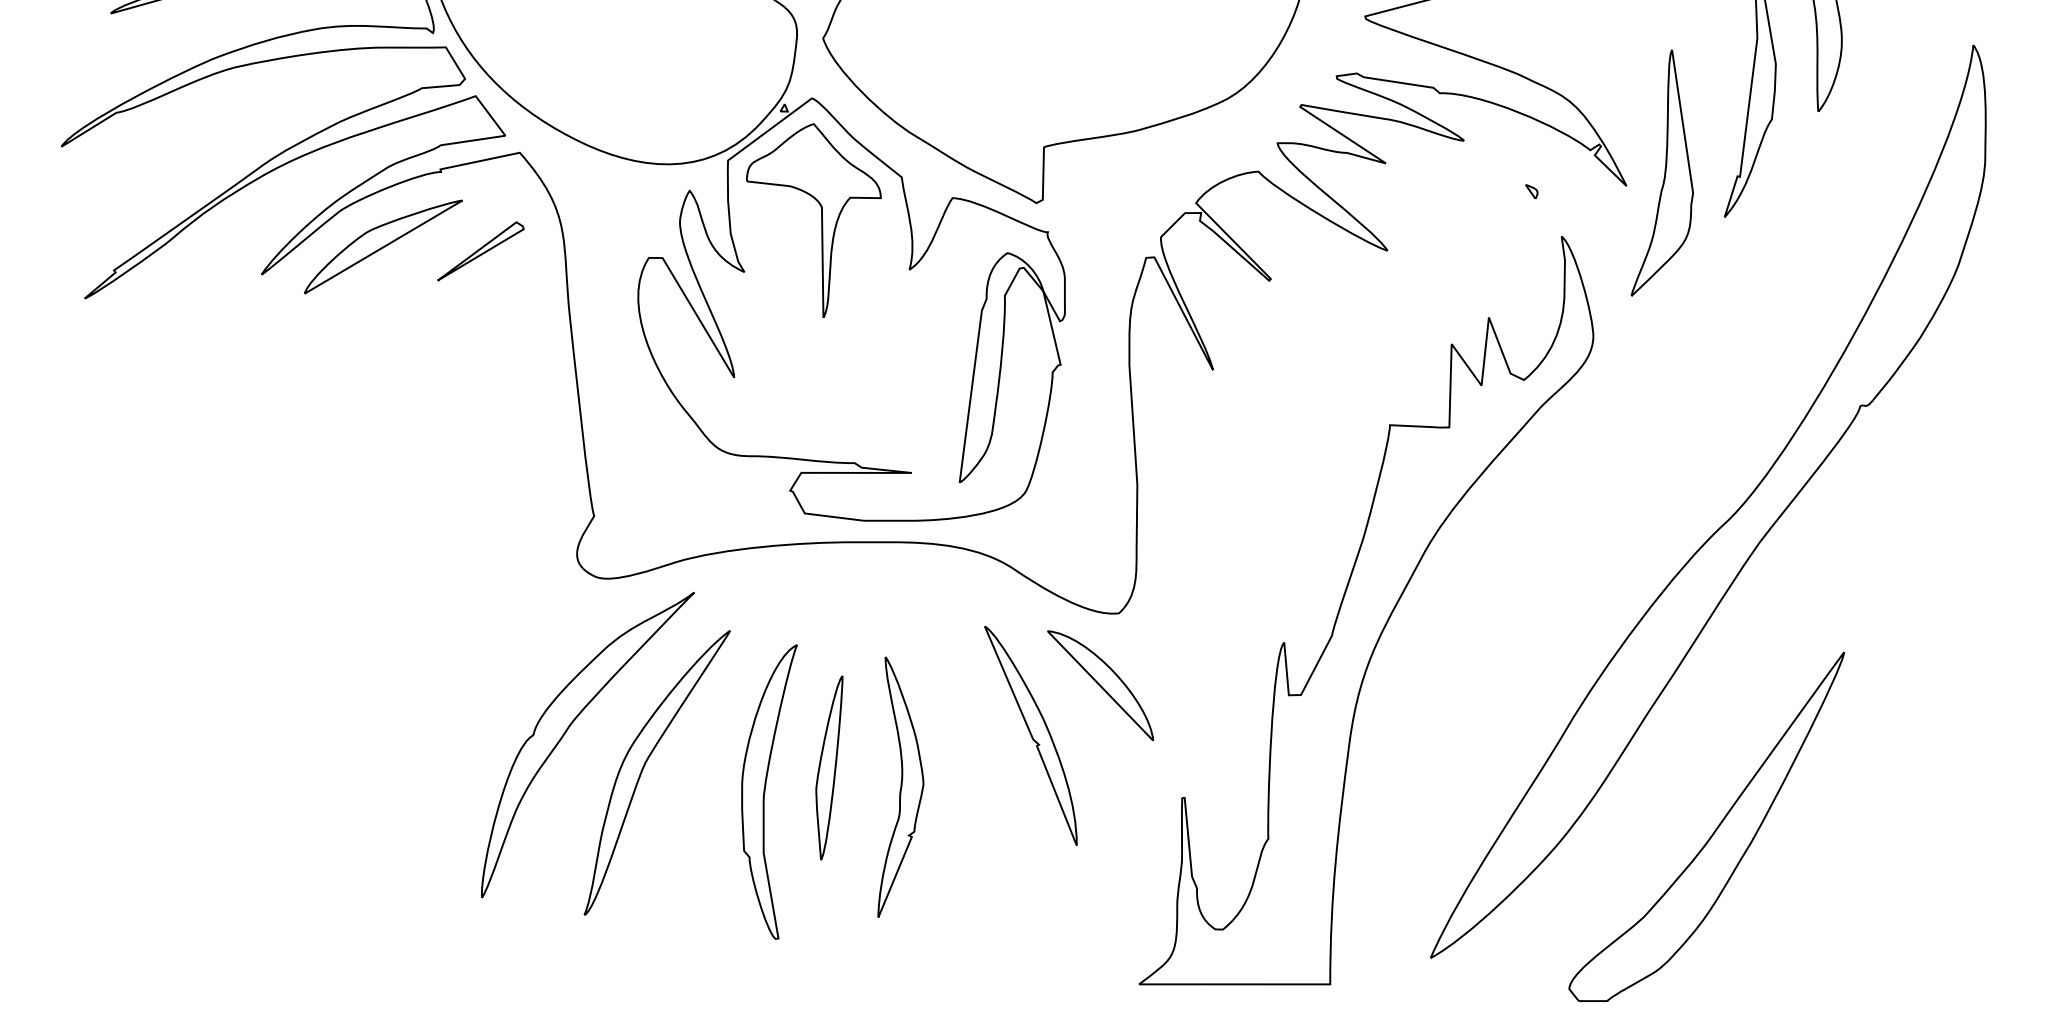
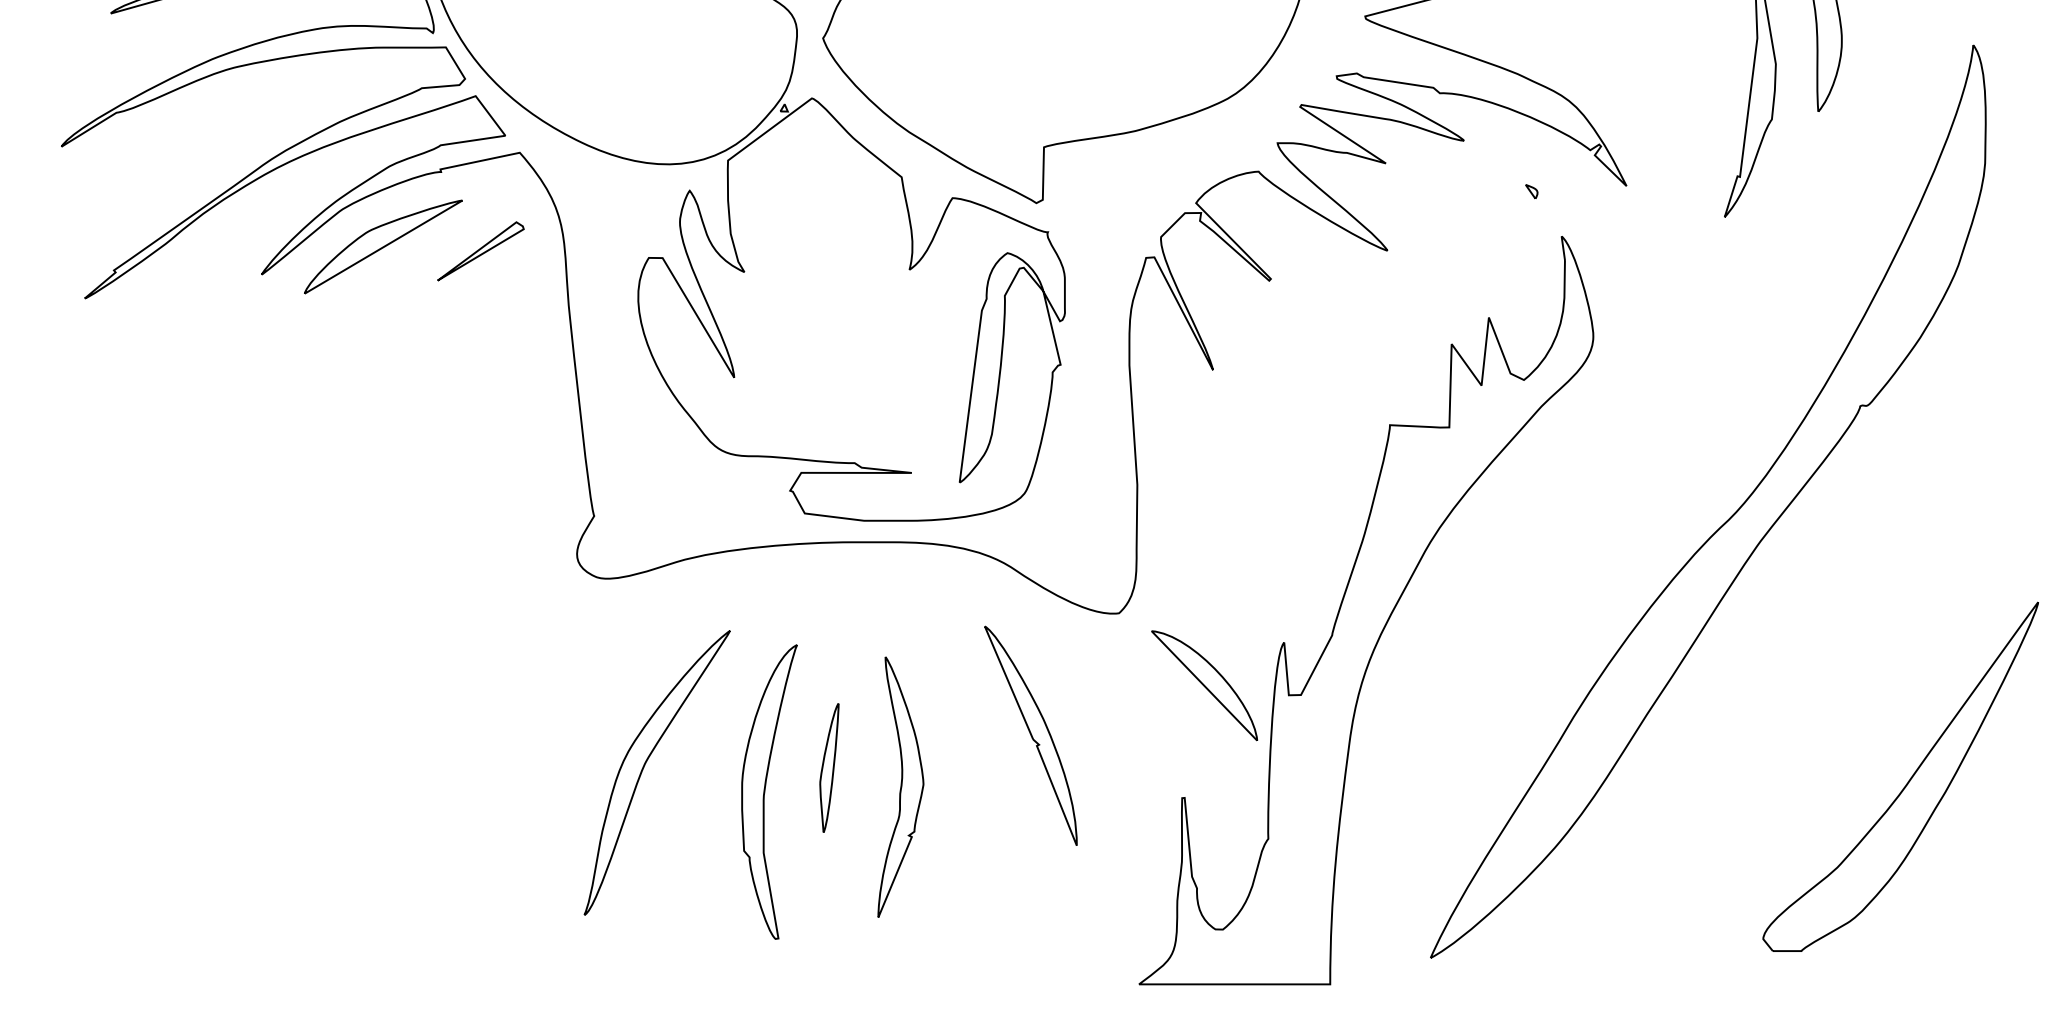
part at (1661, 172): present -> none
part at (821, 220): present -> none
part at (1100, 685) position: (1100, 685) -> (1204, 685)
part at (567, 731): present -> none
part at (829, 767) size: 29x186 px -> 21x130 px
part at (1714, 830) position: (1714, 830) -> (1908, 780)
